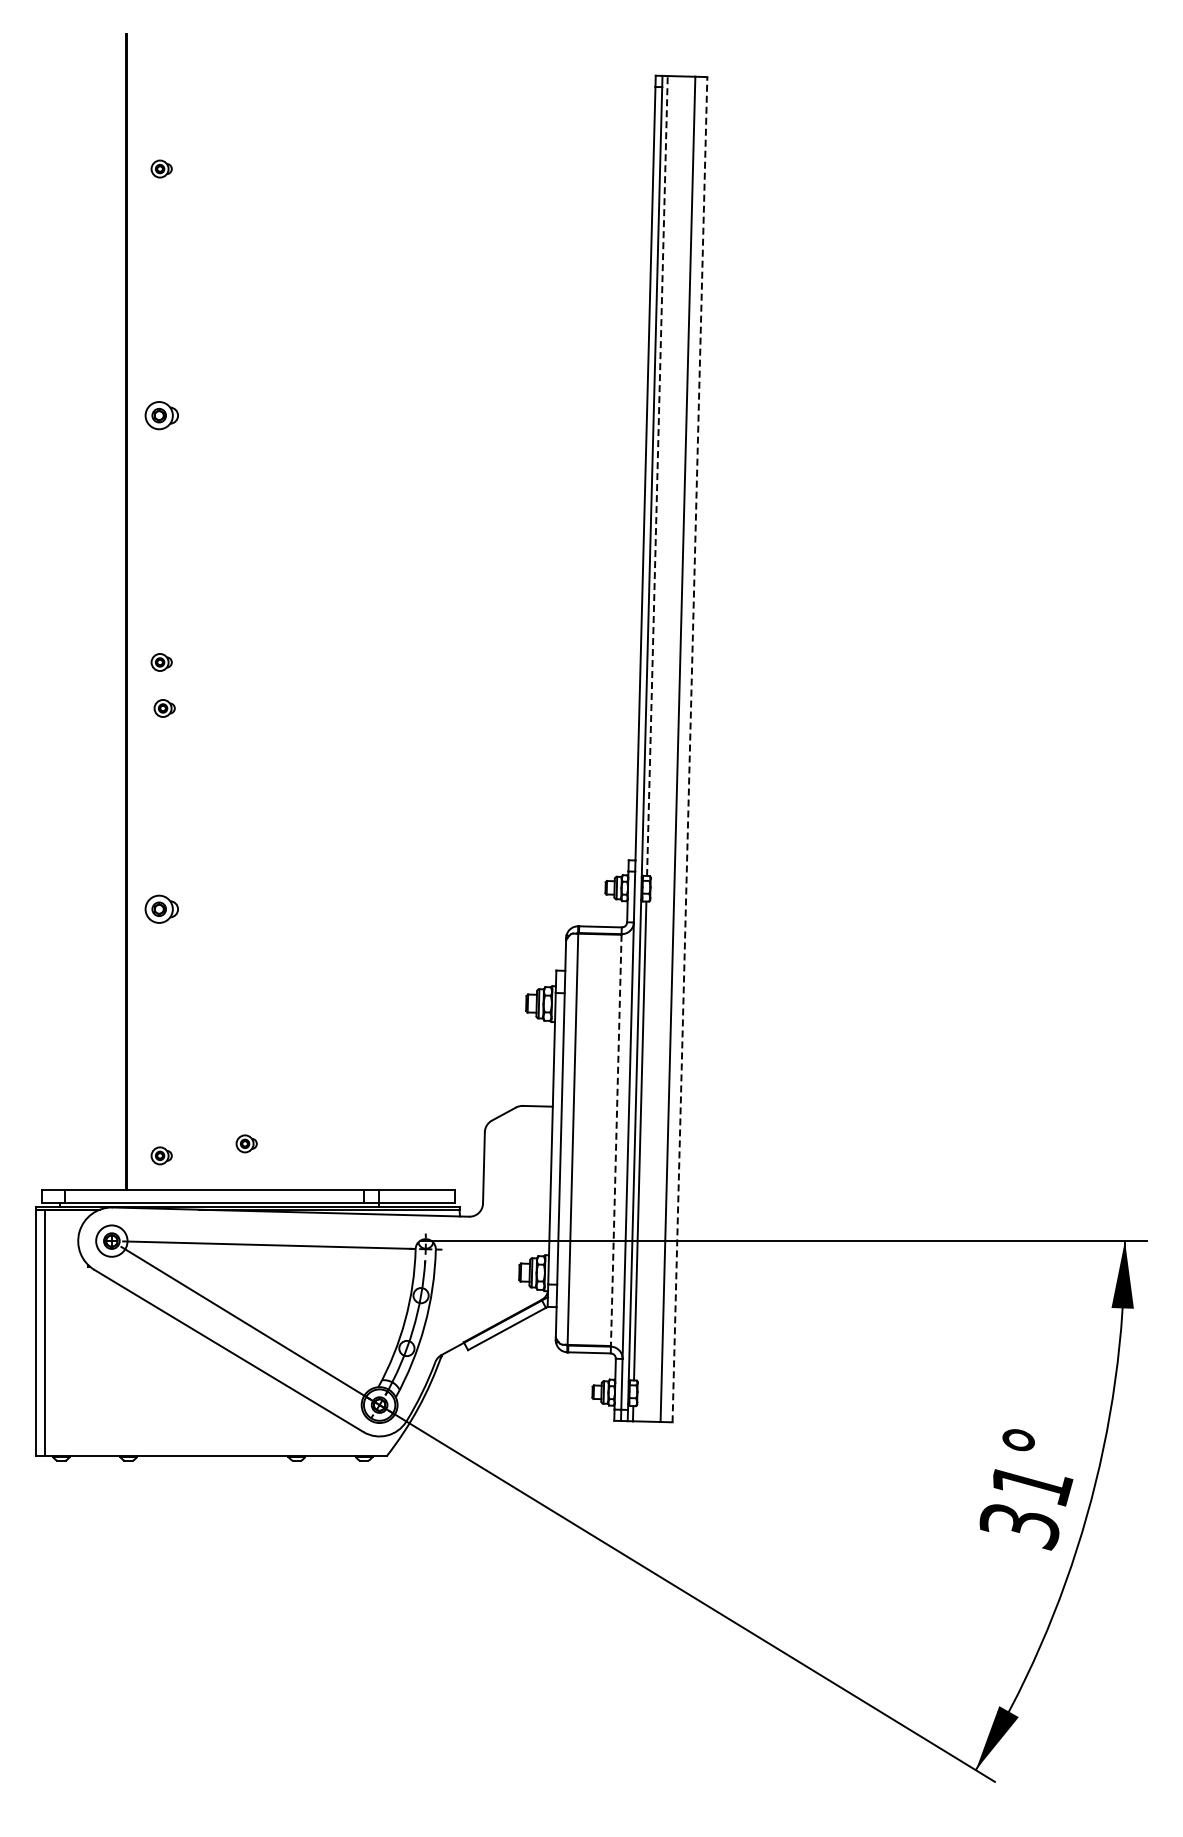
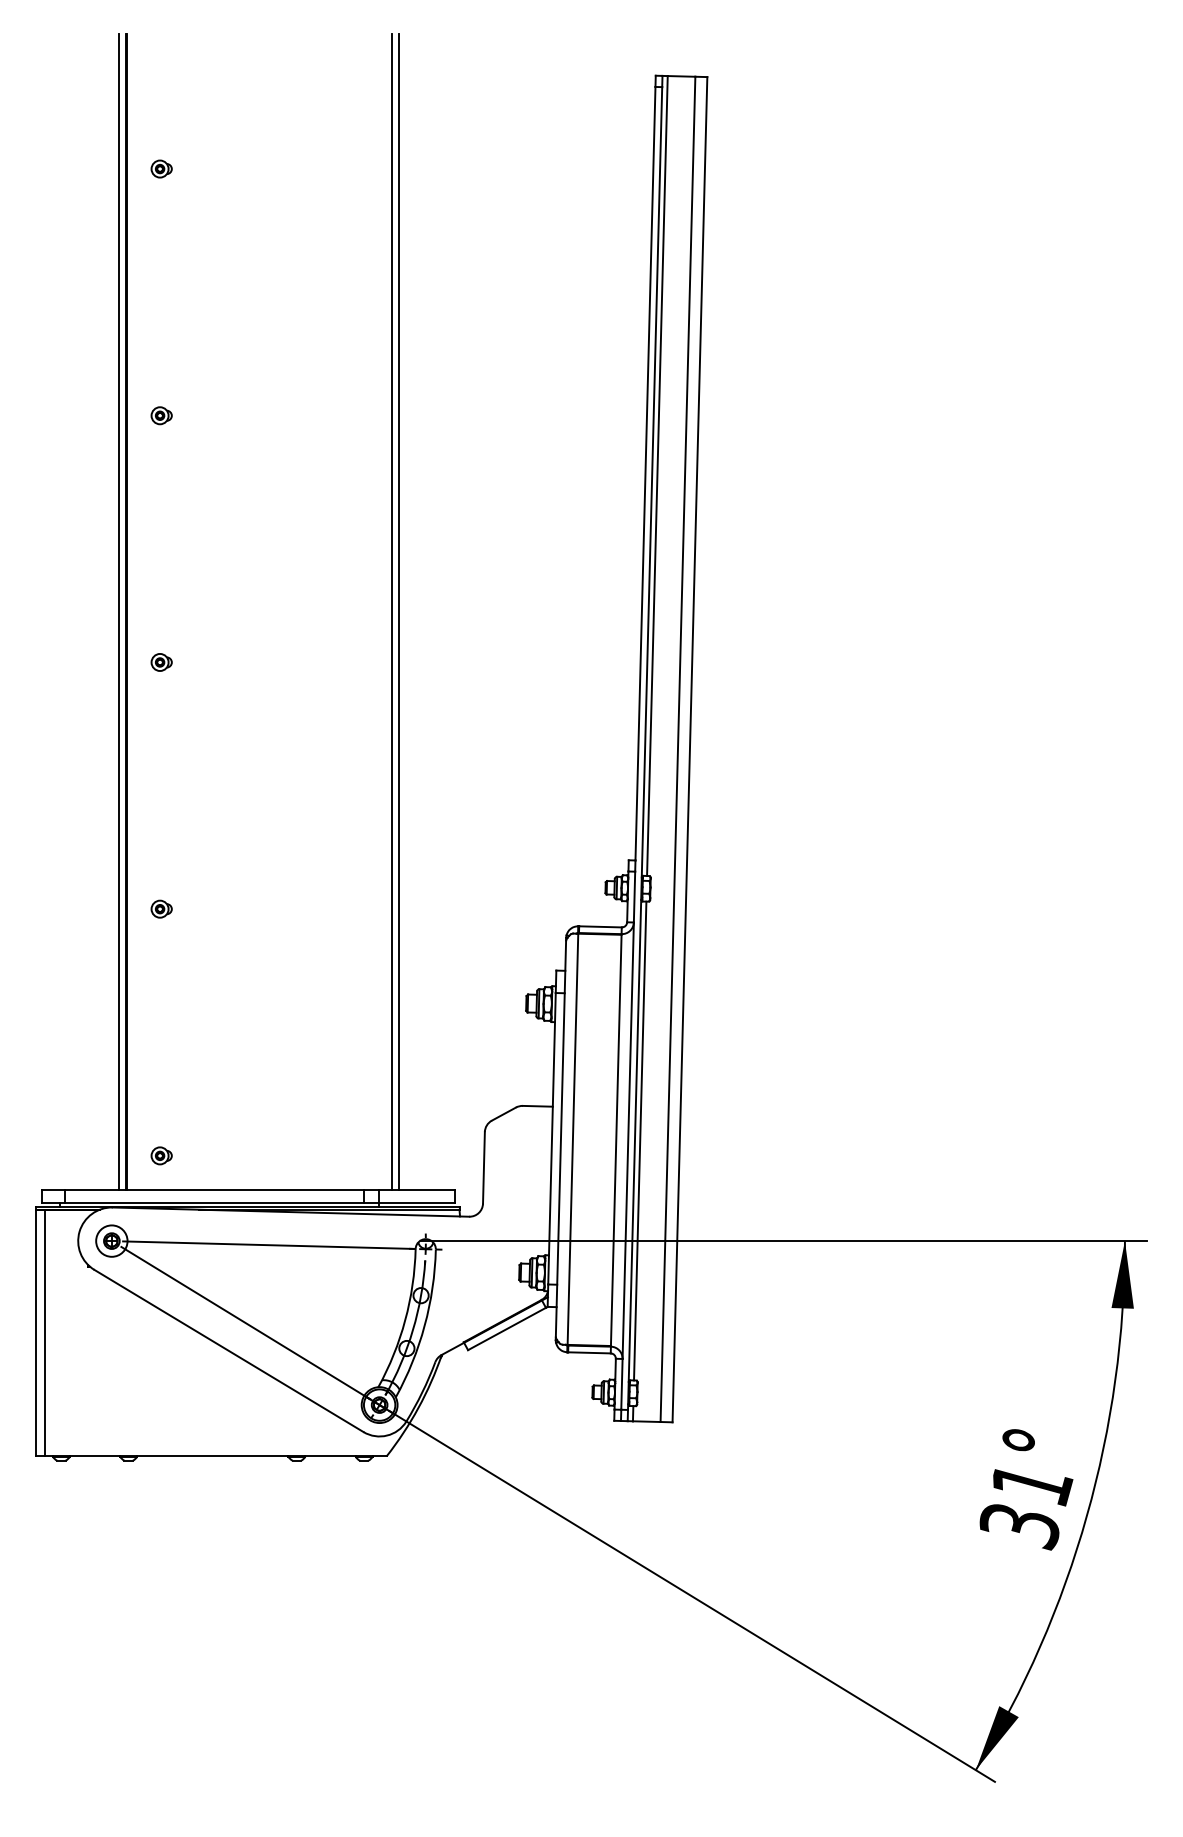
part at (161, 415) size: 35x30 px -> 23x20 px
line at (657, 475): dashed -> solid
line at (118, 611): none -> present
line at (392, 611): none -> present
line at (398, 611): none -> present
part at (164, 708): present -> none
line at (689, 749): dashed -> solid
part at (161, 908) size: 35x30 px -> 23x20 px
line at (616, 1140): dashed -> solid
part at (246, 1143): present -> none
